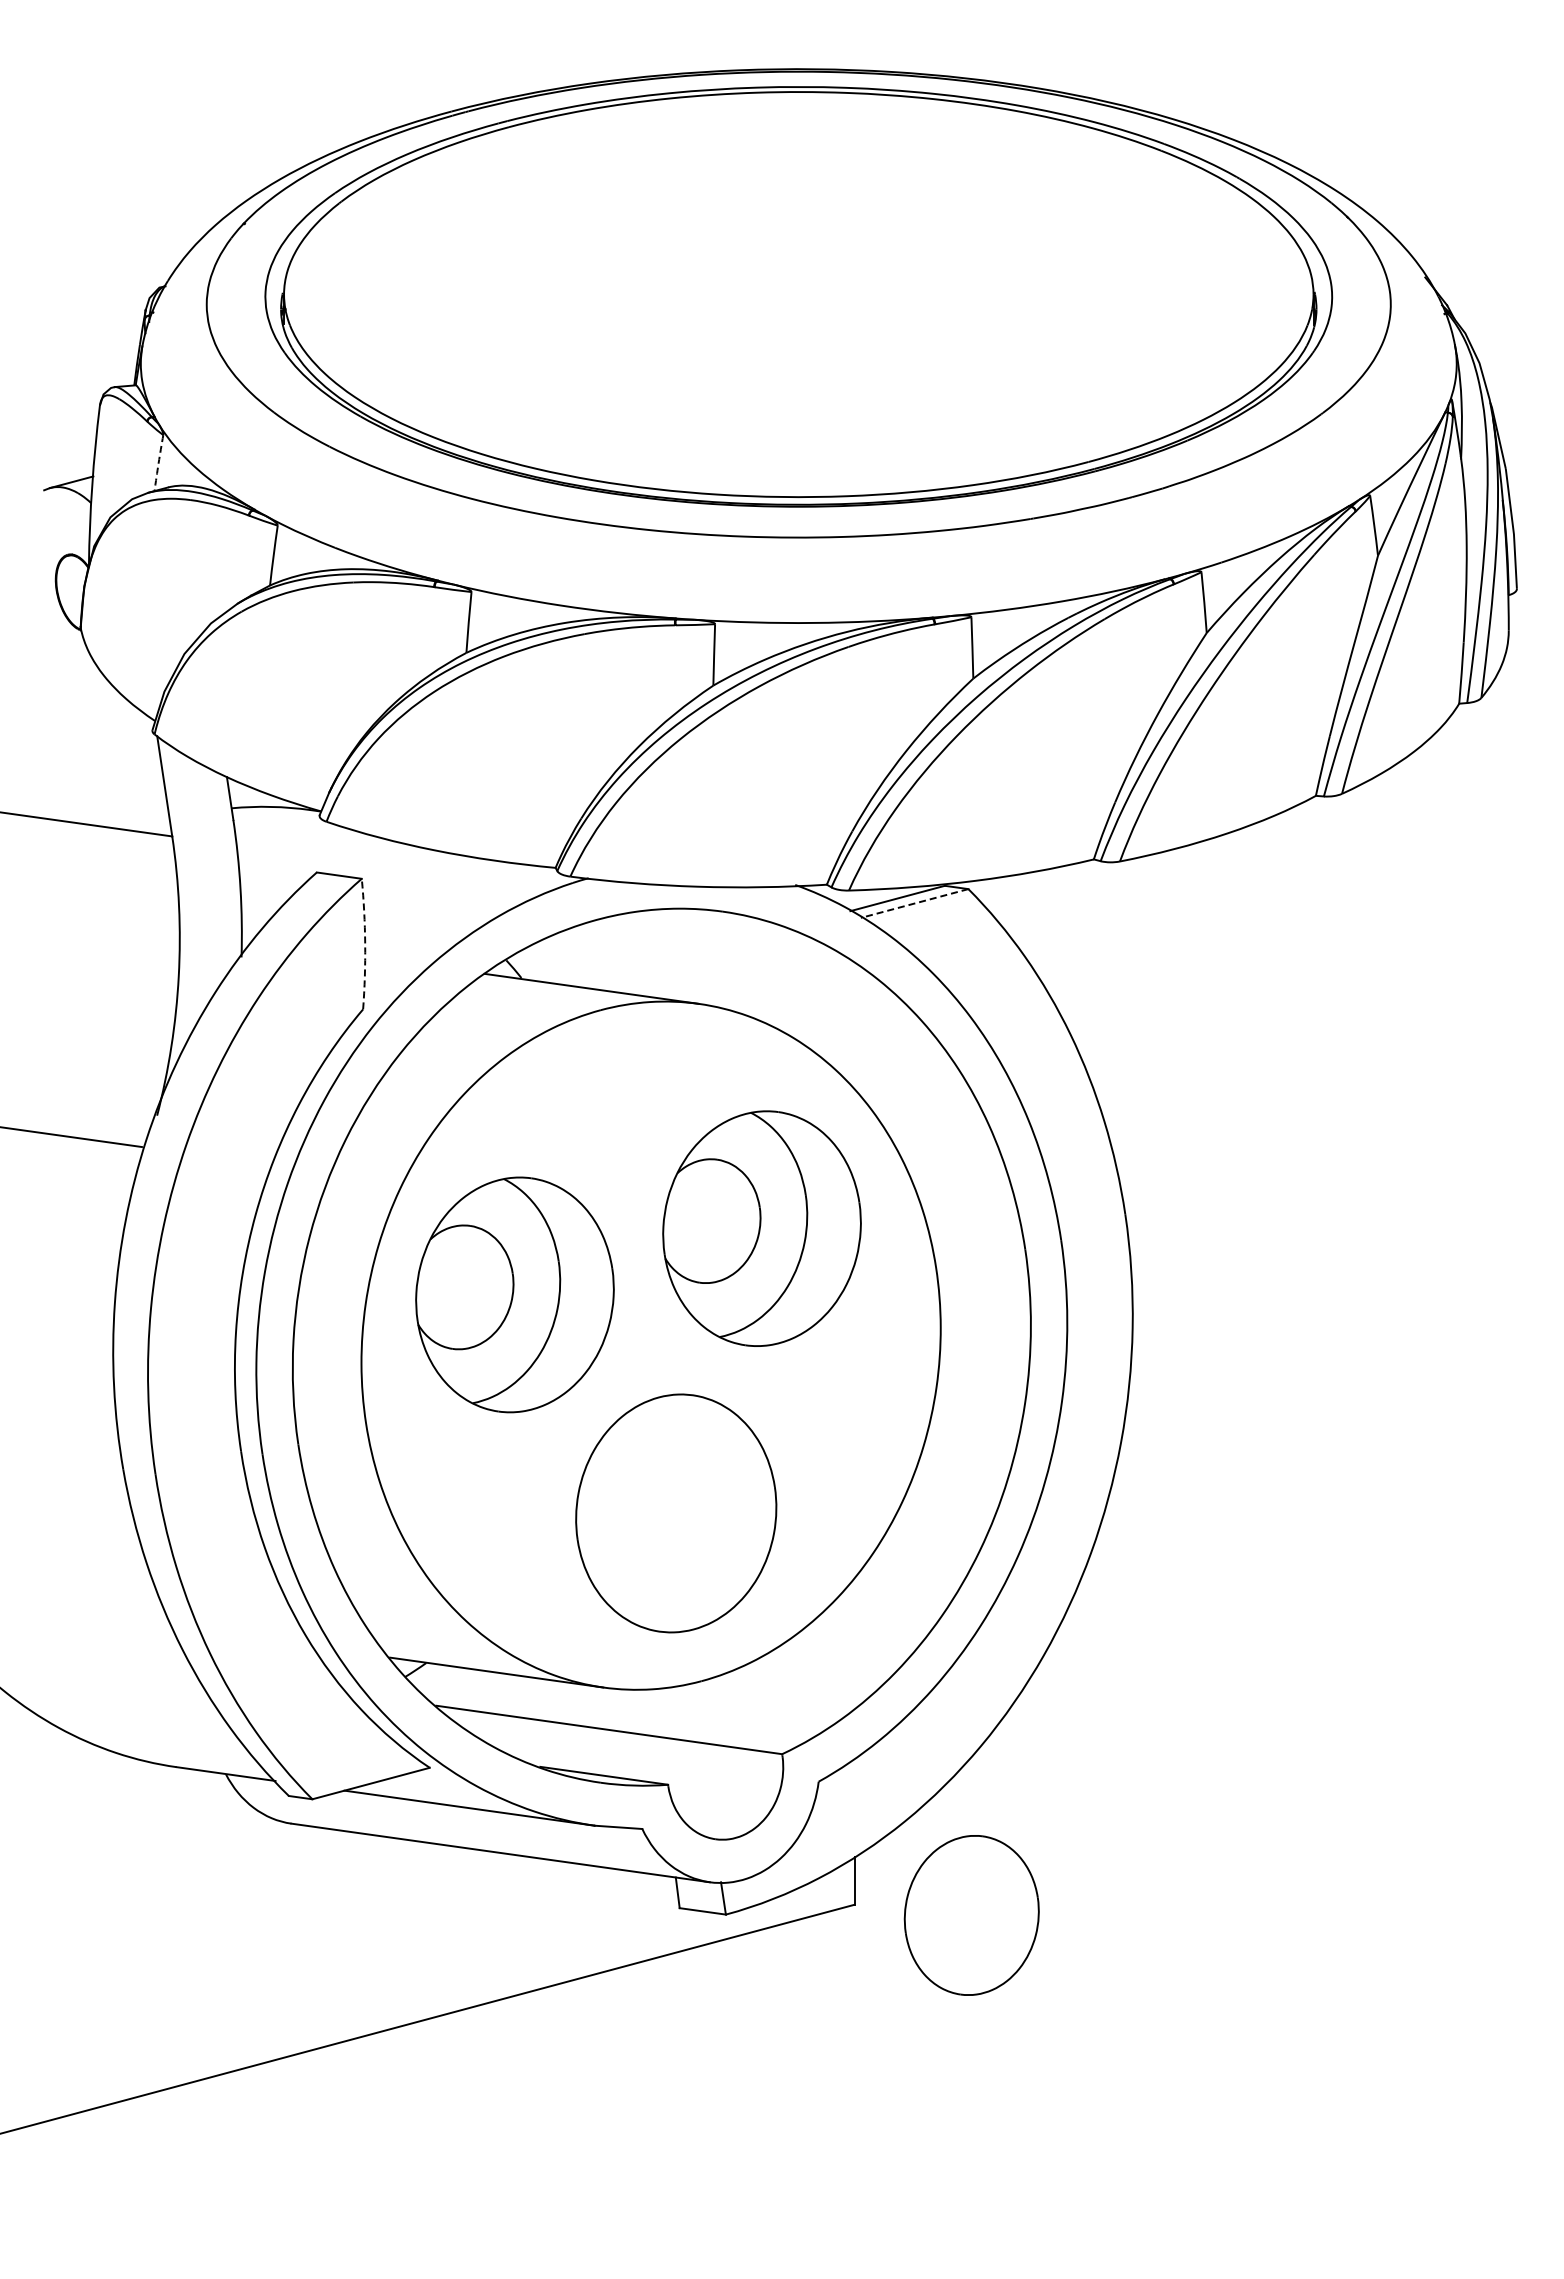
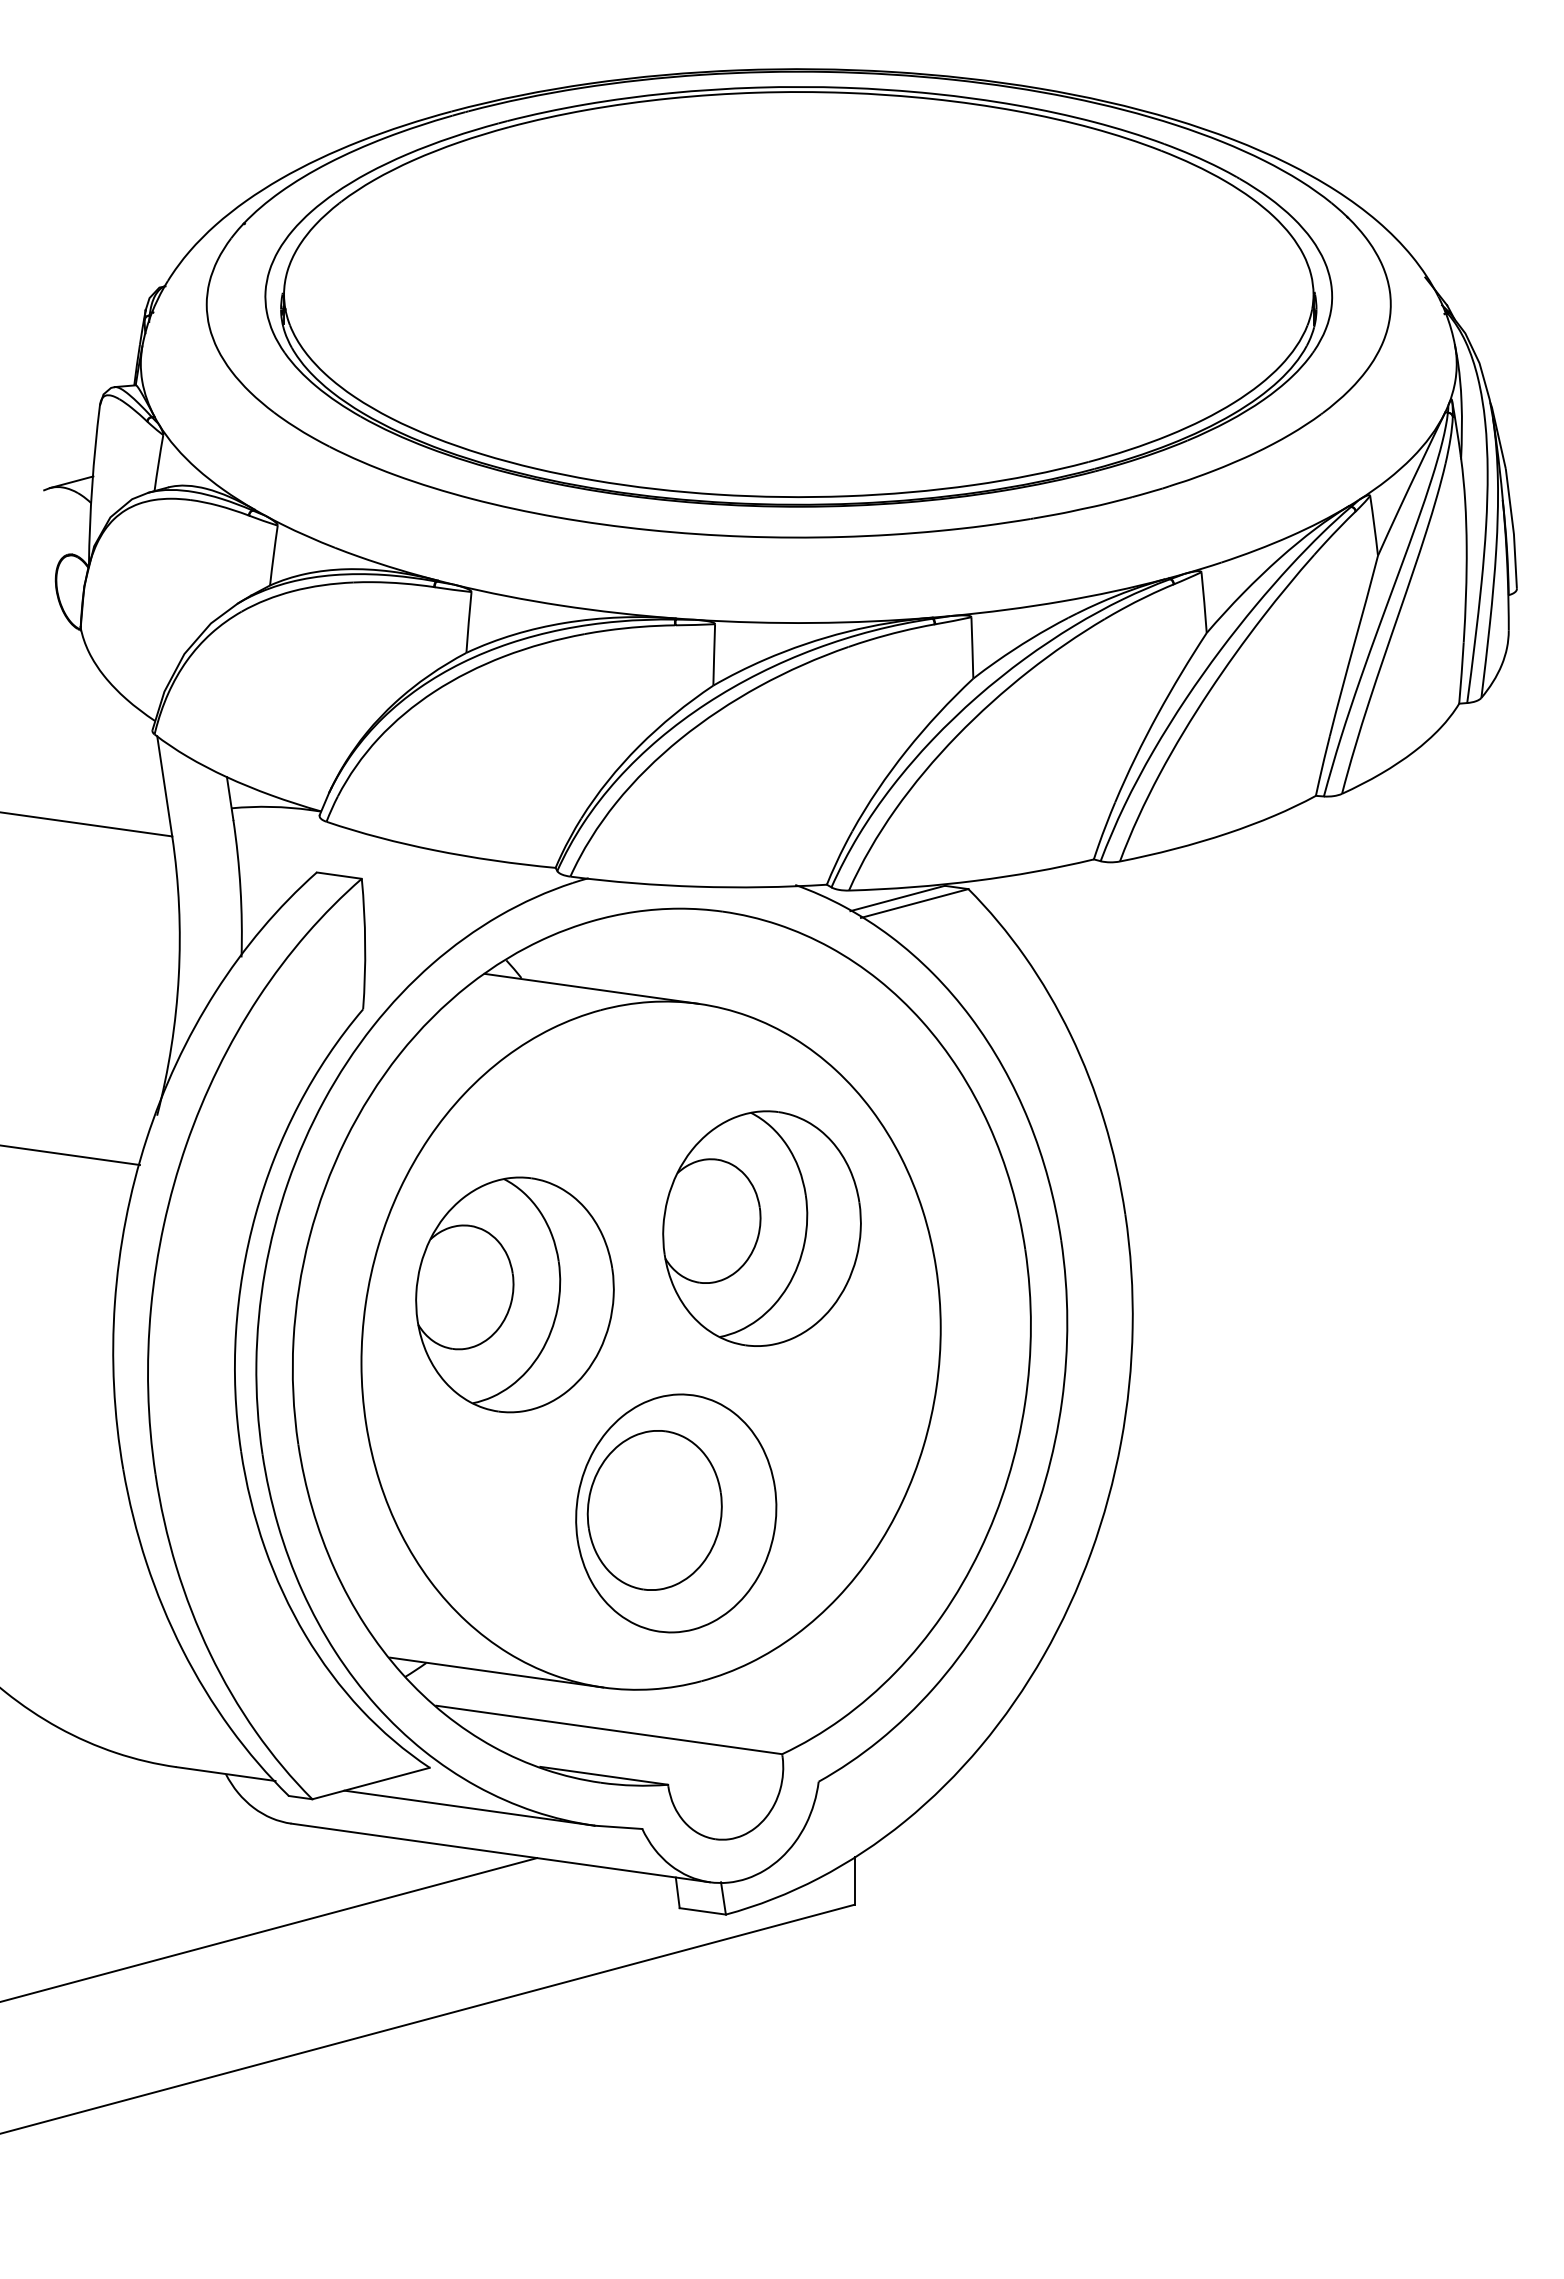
arc at (158, 463): dashed -> solid
line at (914, 903): dashed -> solid
arc at (365, 944): dashed -> solid
line at (71, 1137) position: (71, 1137) -> (70, 1155)
part at (971, 1915) position: (971, 1915) -> (654, 1510)
line at (269, 1929): none -> present
